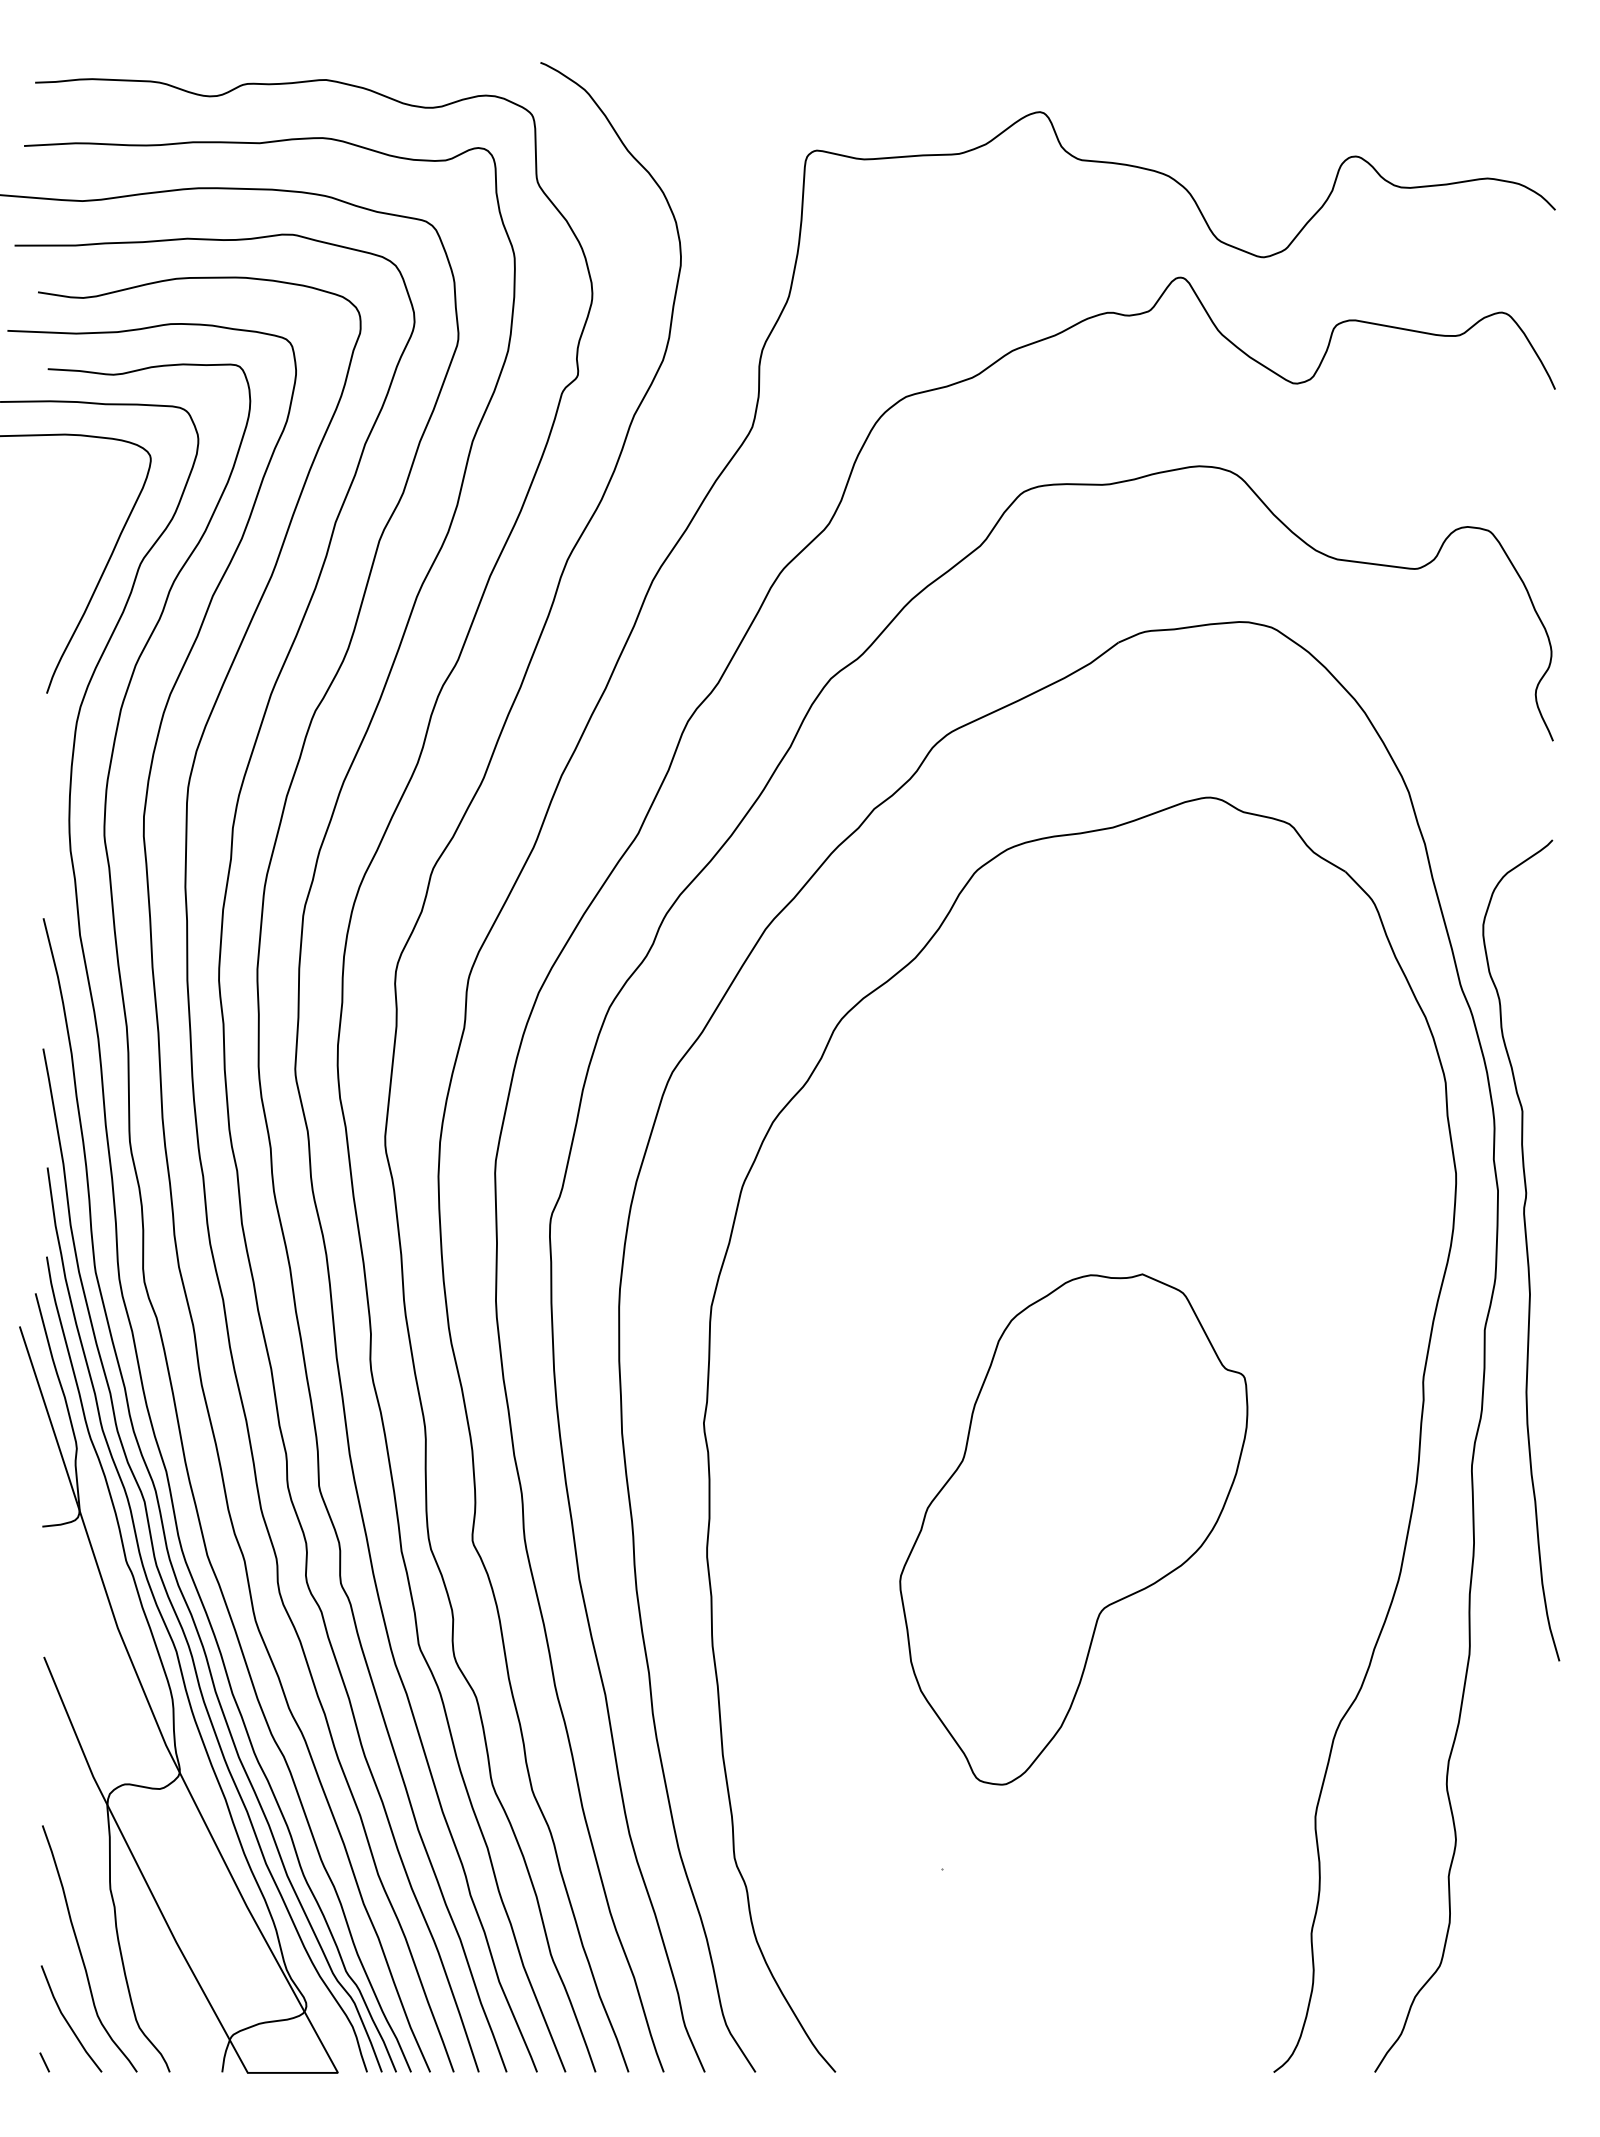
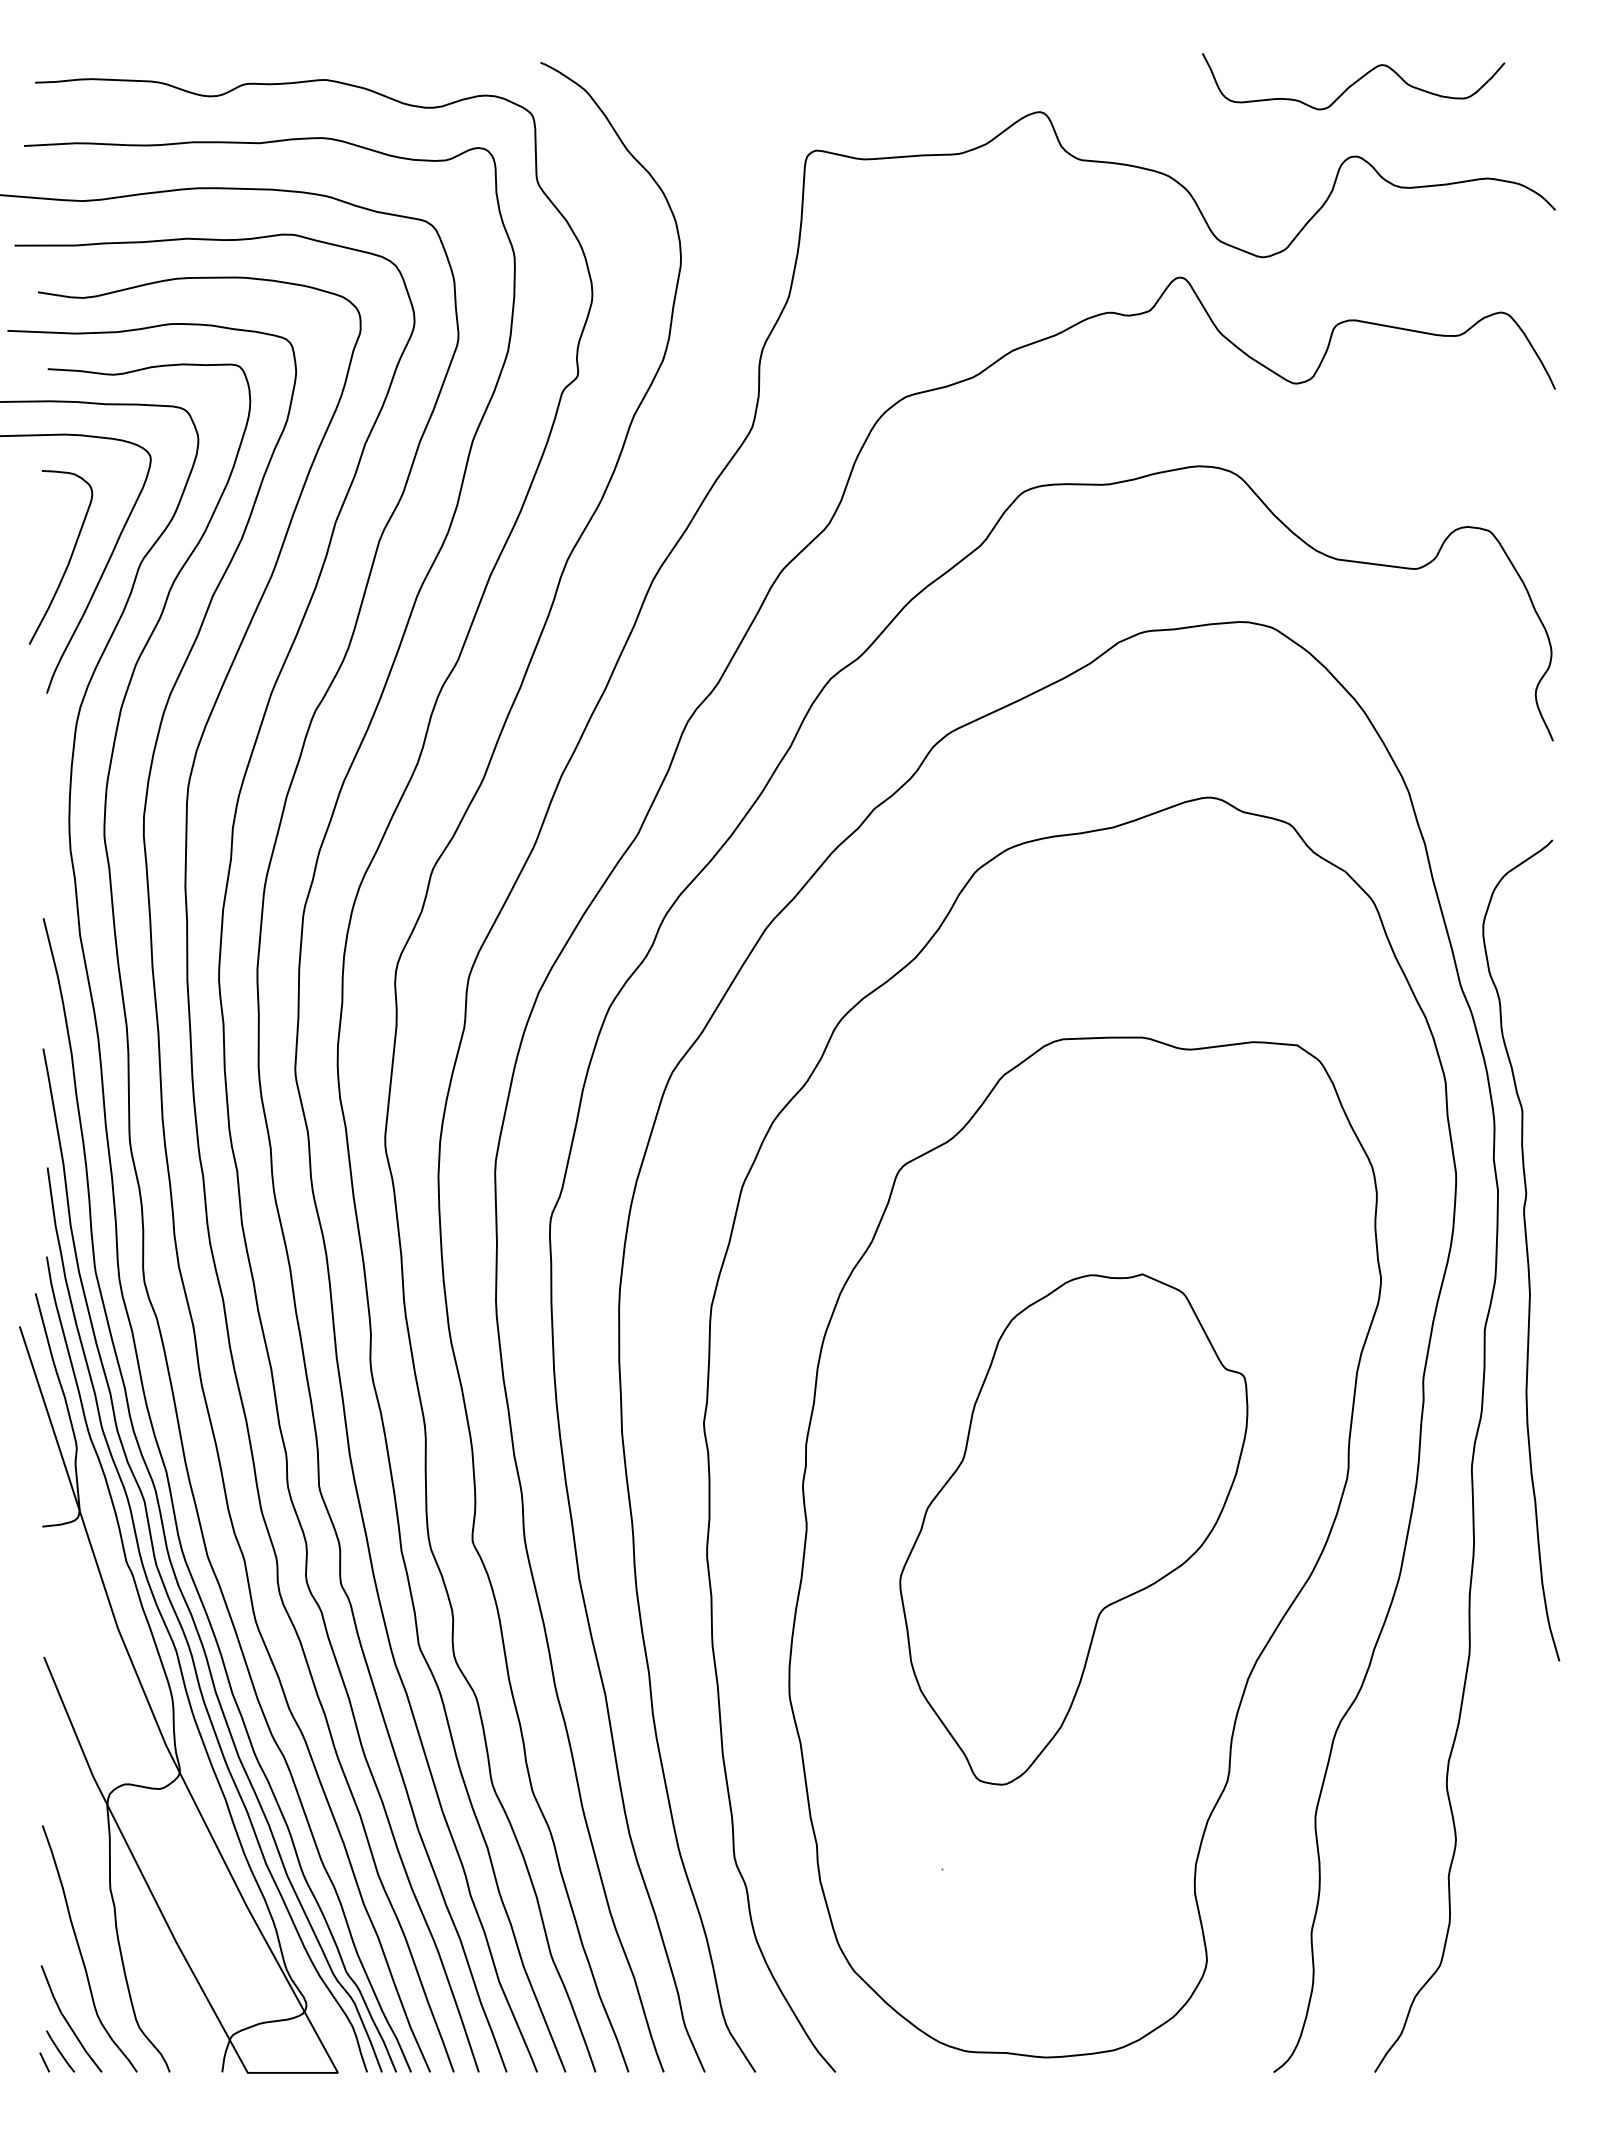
curve at (1353, 82): none -> present
curve at (68, 561): none -> present
part at (1084, 1547): none -> present
line at (60, 2051): none -> present
